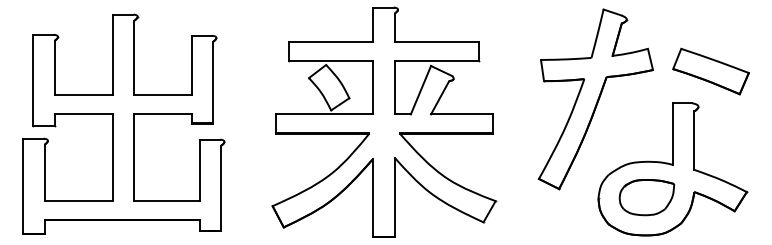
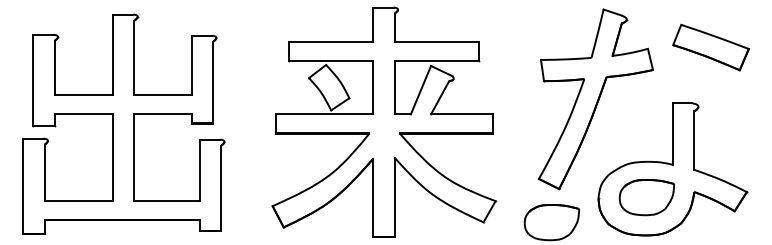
part at (710, 71) position: (710, 71) -> (710, 47)
part at (551, 222): none -> present
